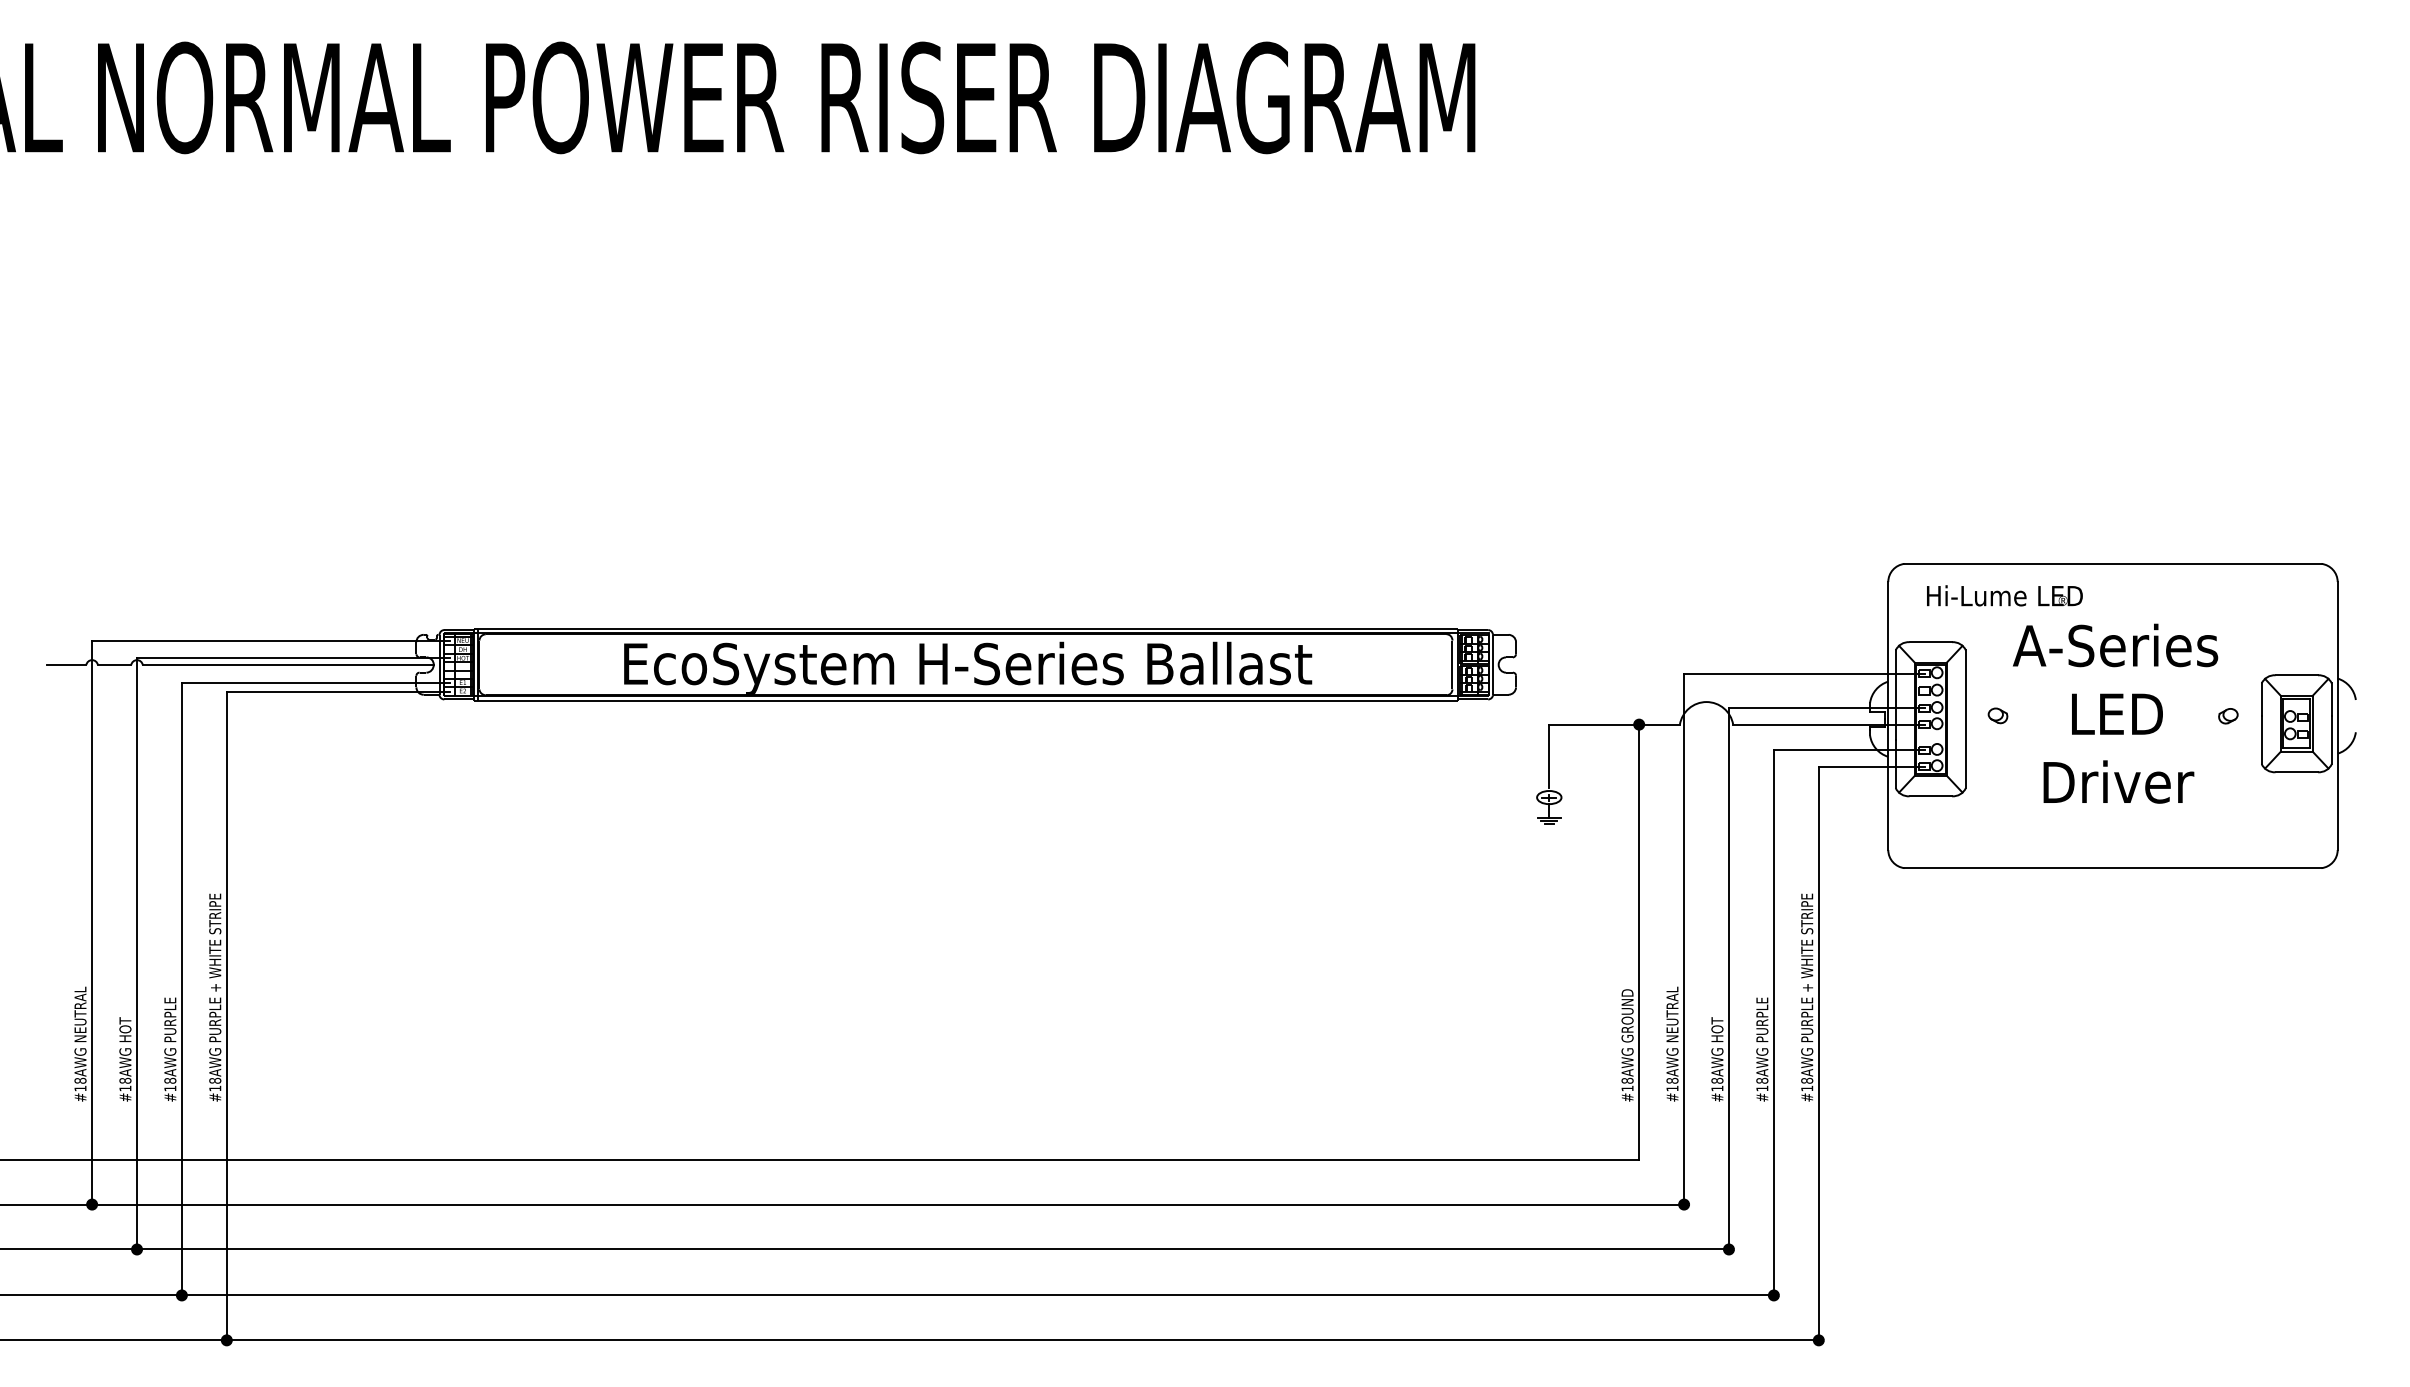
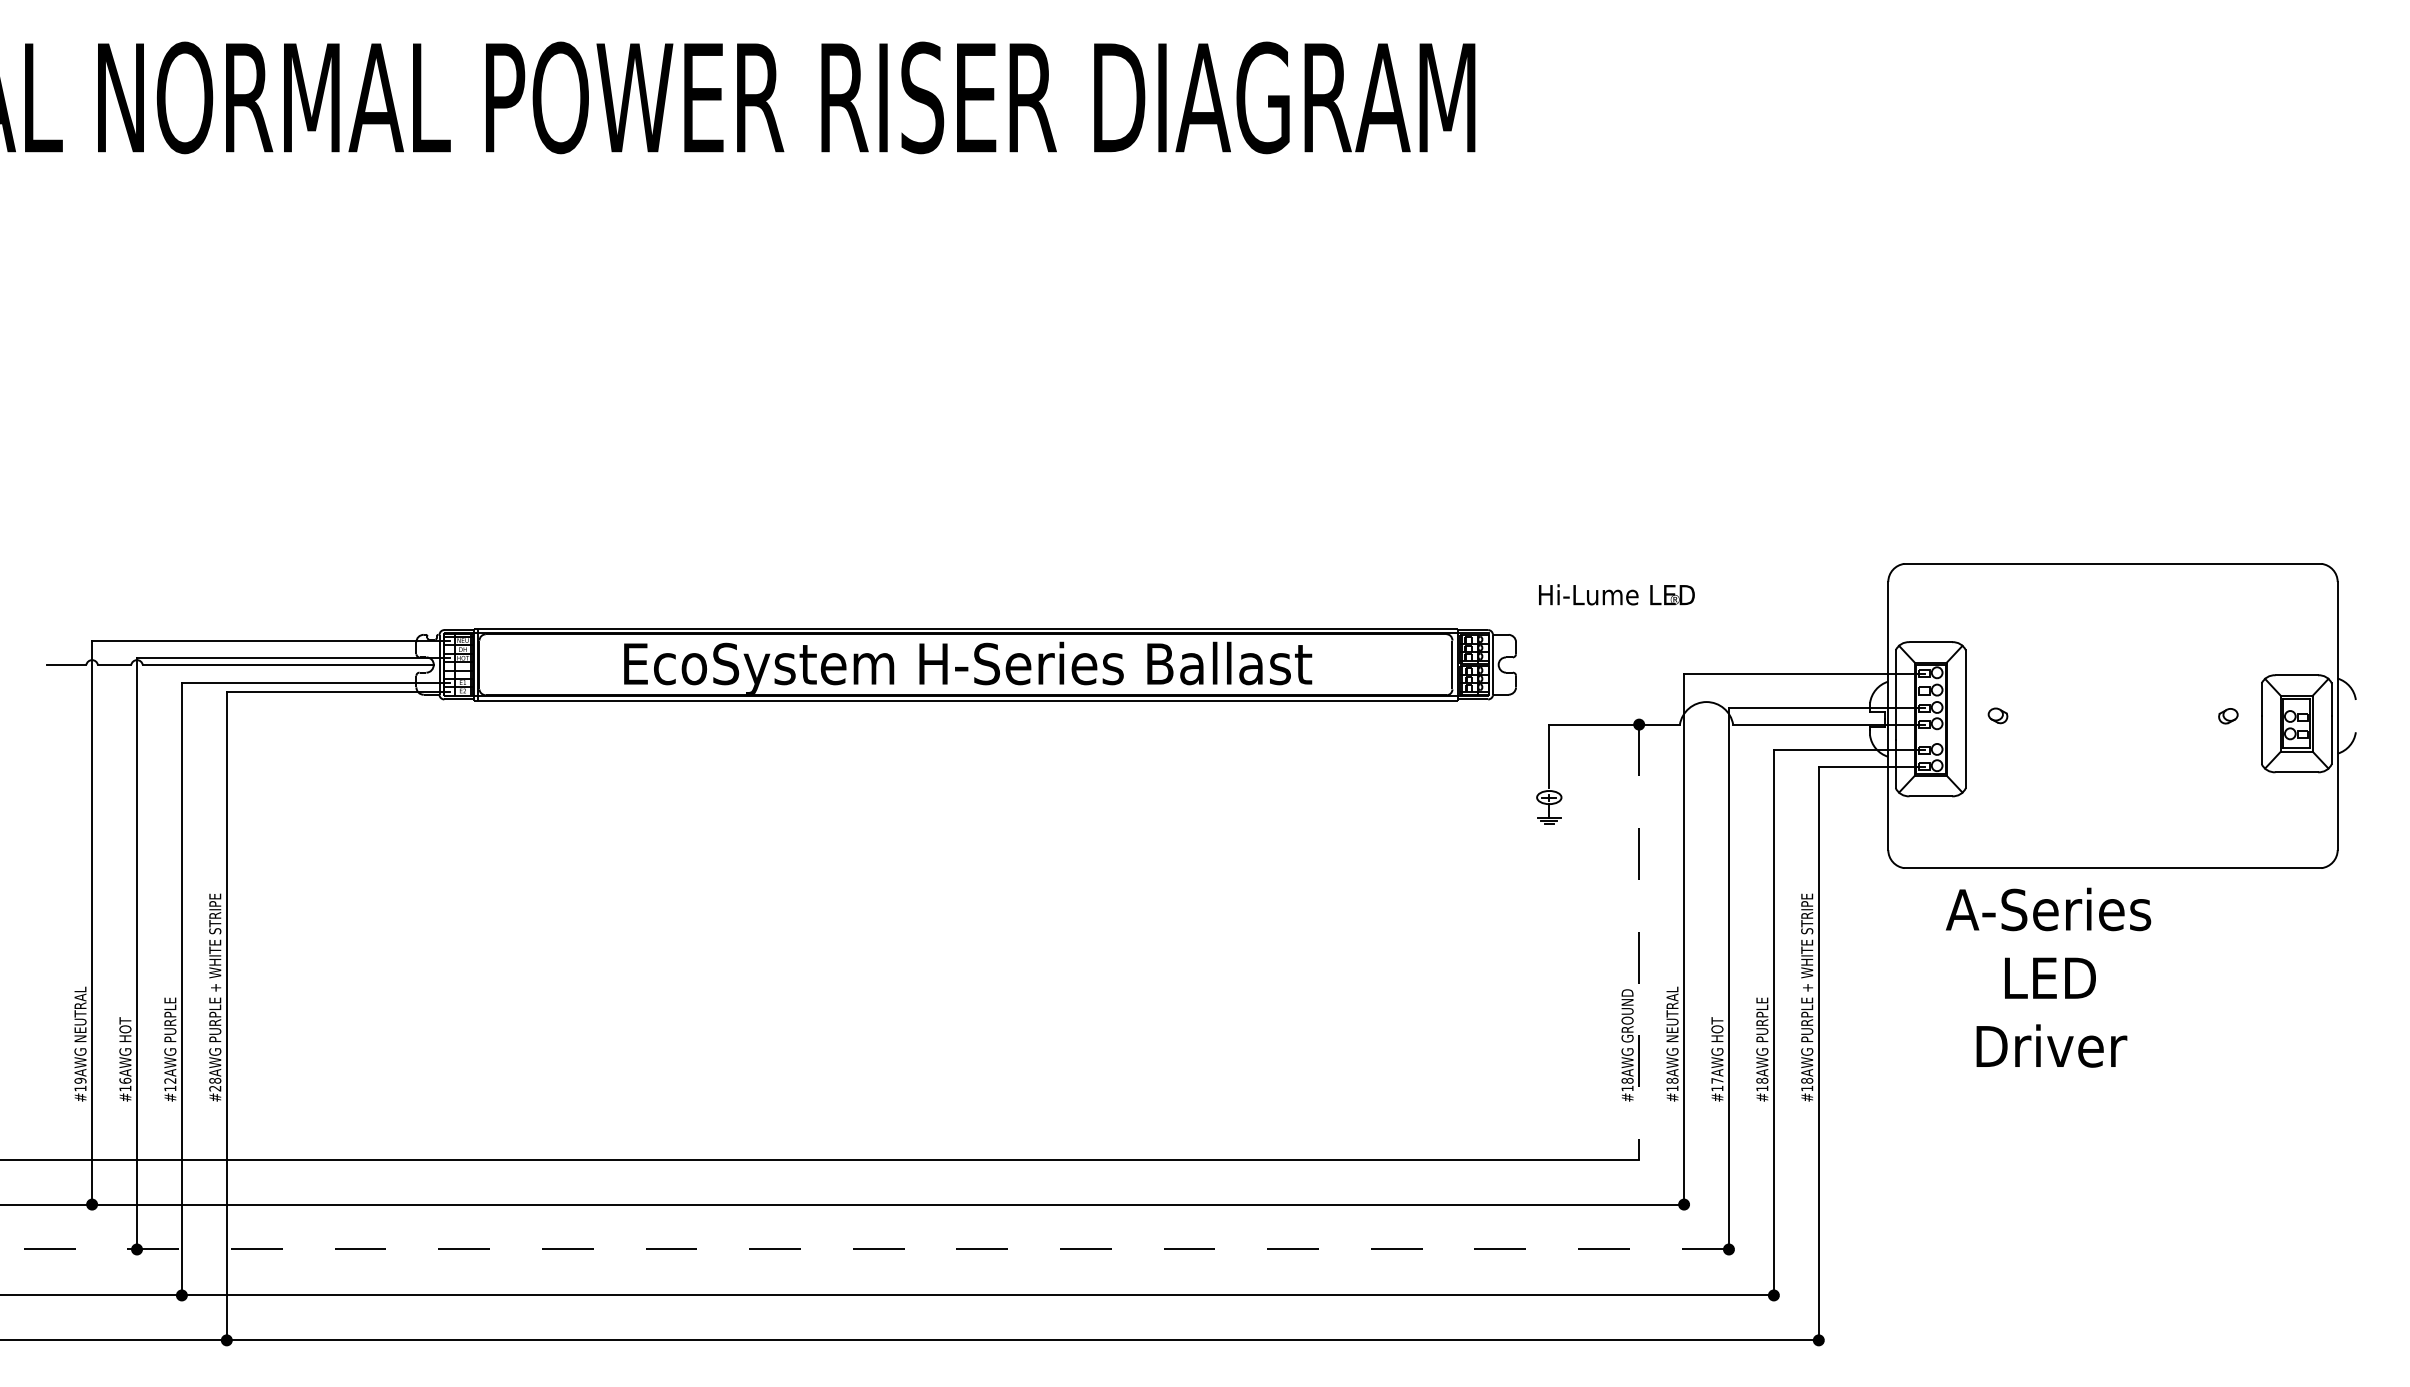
text at (2004, 595) position: (2004, 595) -> (1616, 594)
text at (2115, 713) position: (2115, 713) -> (2048, 977)
line at (1639, 942): solid -> dashed
text at (80, 1080): #18AWG -> #19AWG
text at (125, 1080): #18AWG -> #16AWG
text at (170, 1080): #18AWG -> #12AWG
text at (1717, 1080): #18AWG -> #17AWG
text at (215, 1088): #18AWG -> #28AWG
line at (865, 1249): solid -> dashed
